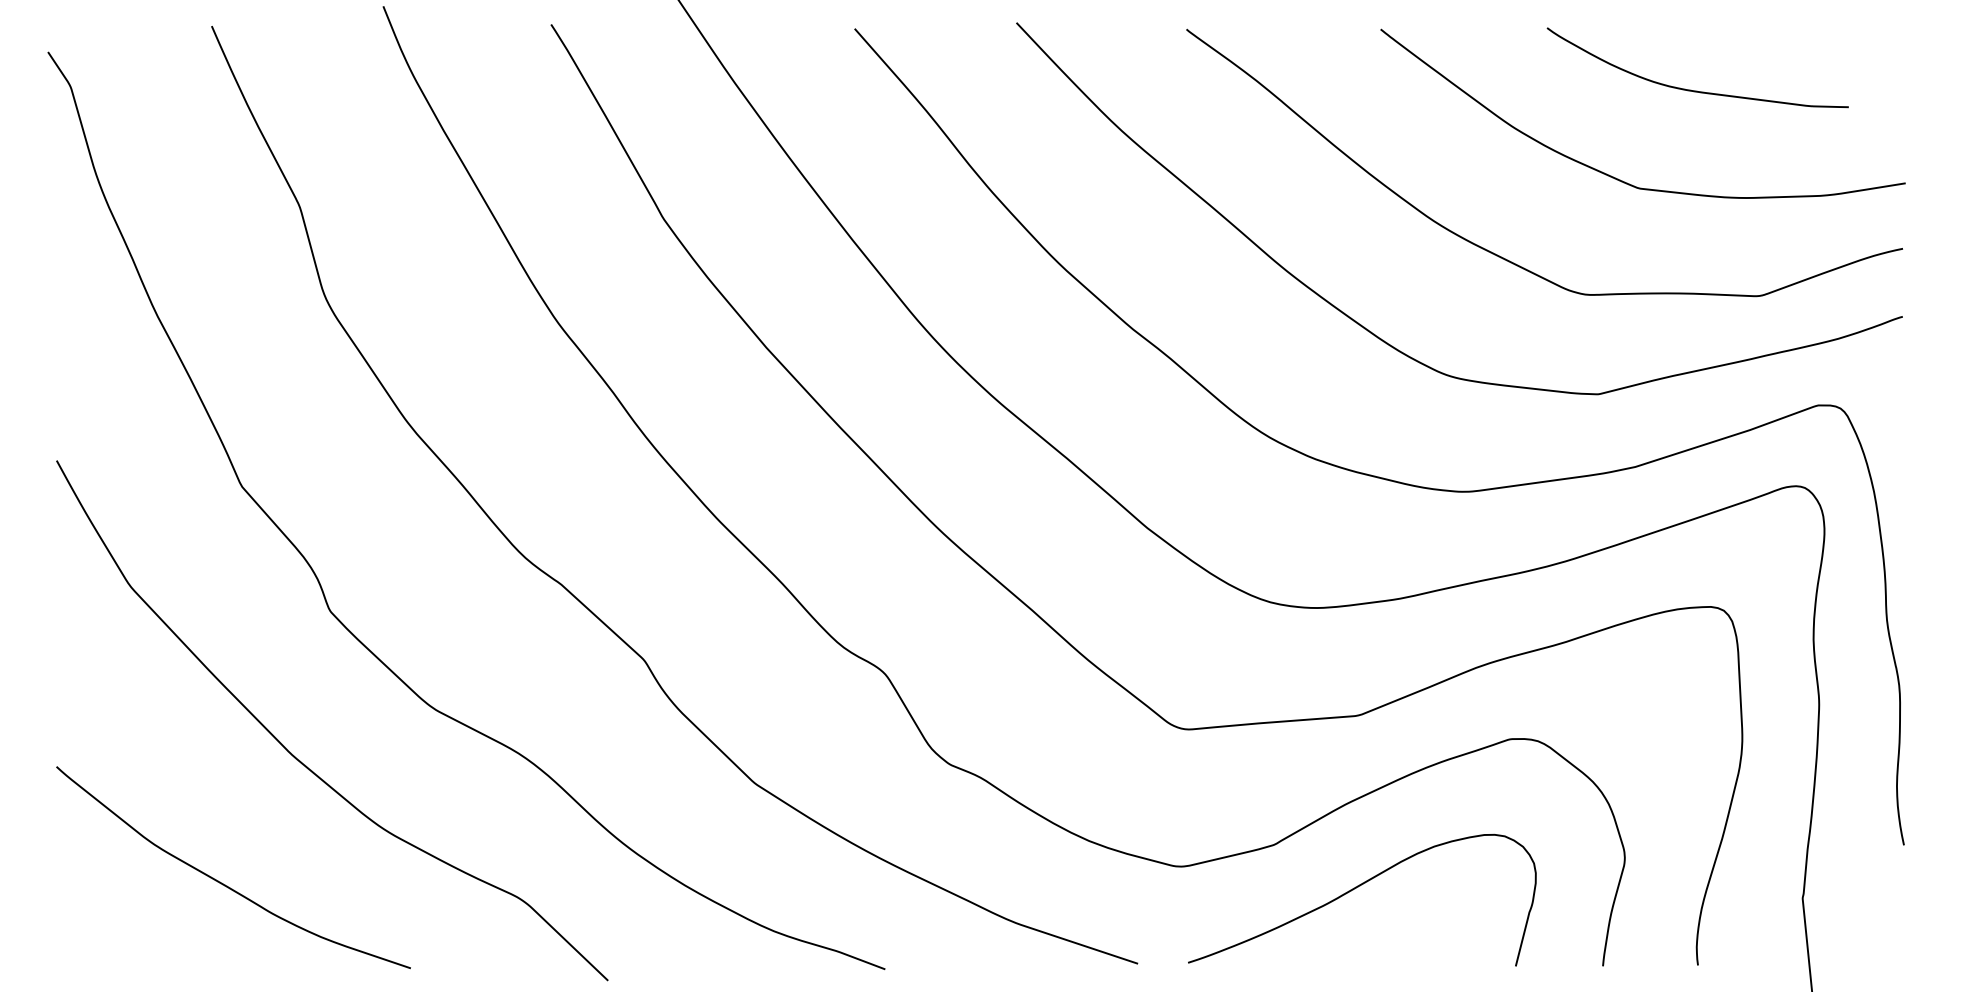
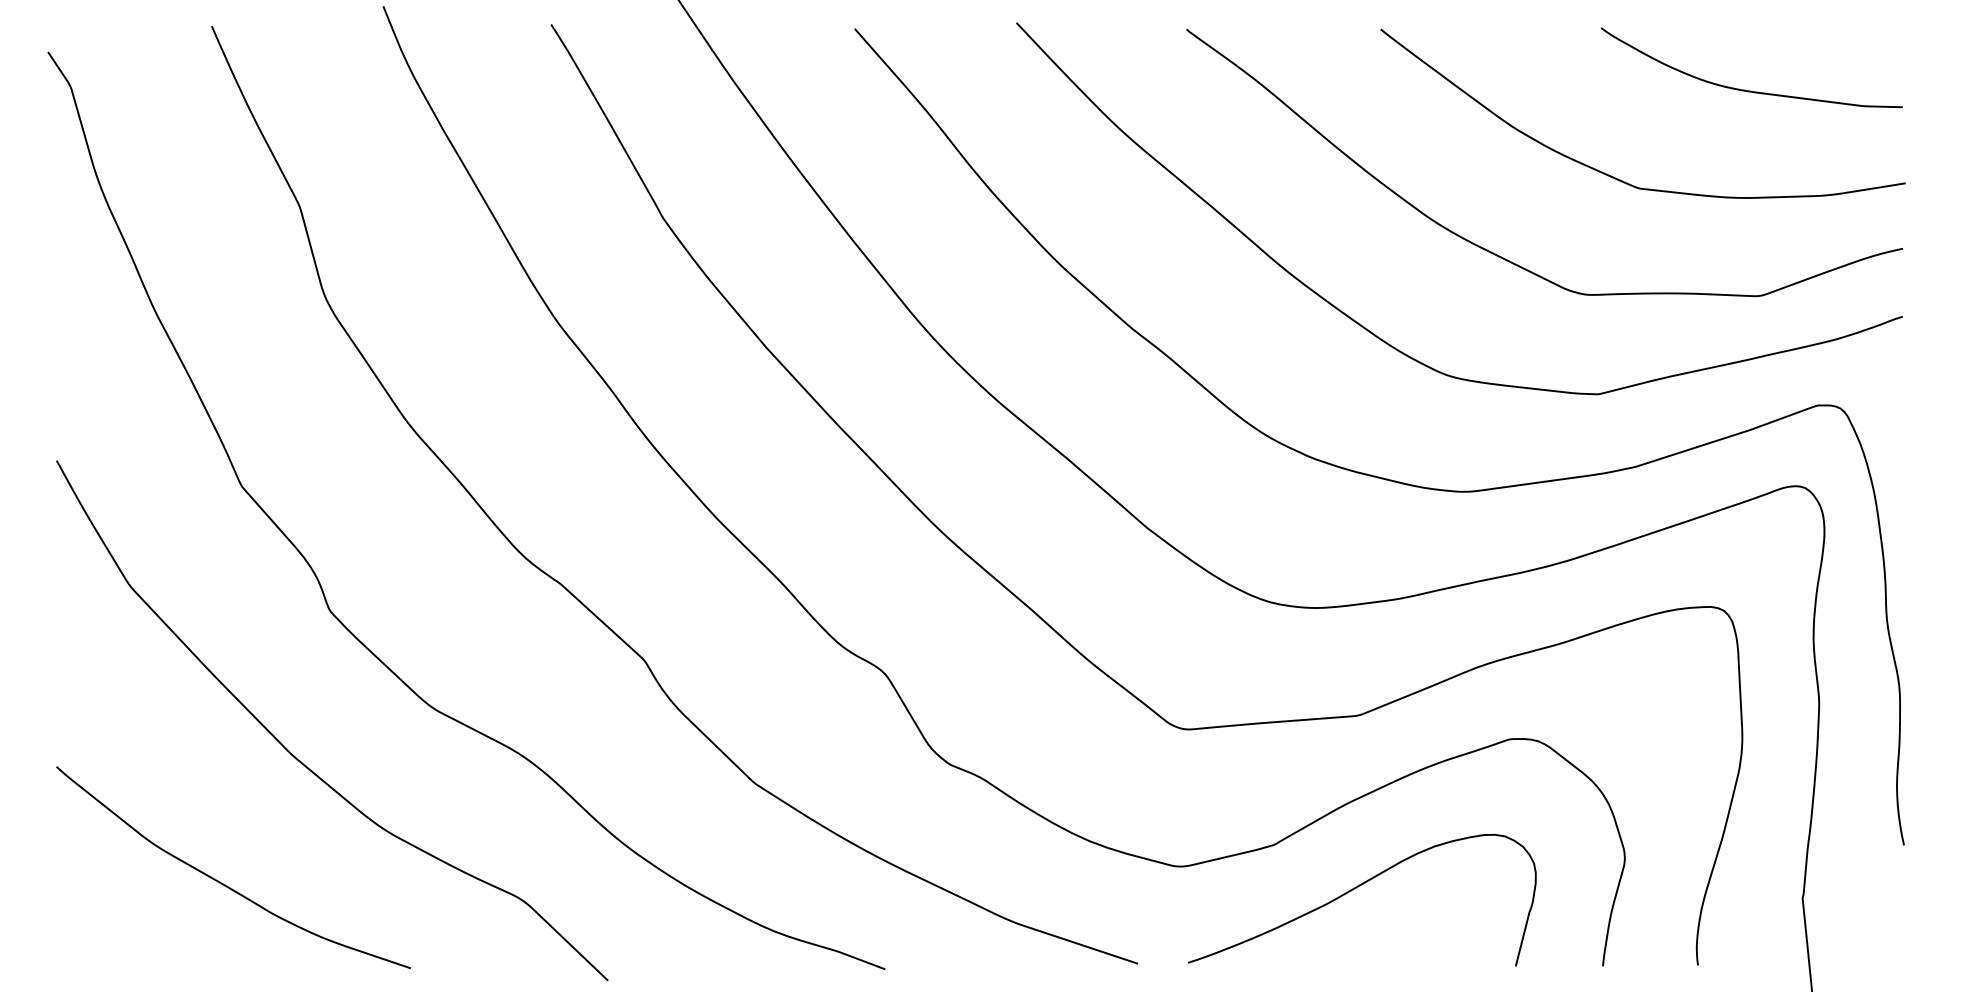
curve at (1691, 89) position: (1691, 89) -> (1745, 89)
